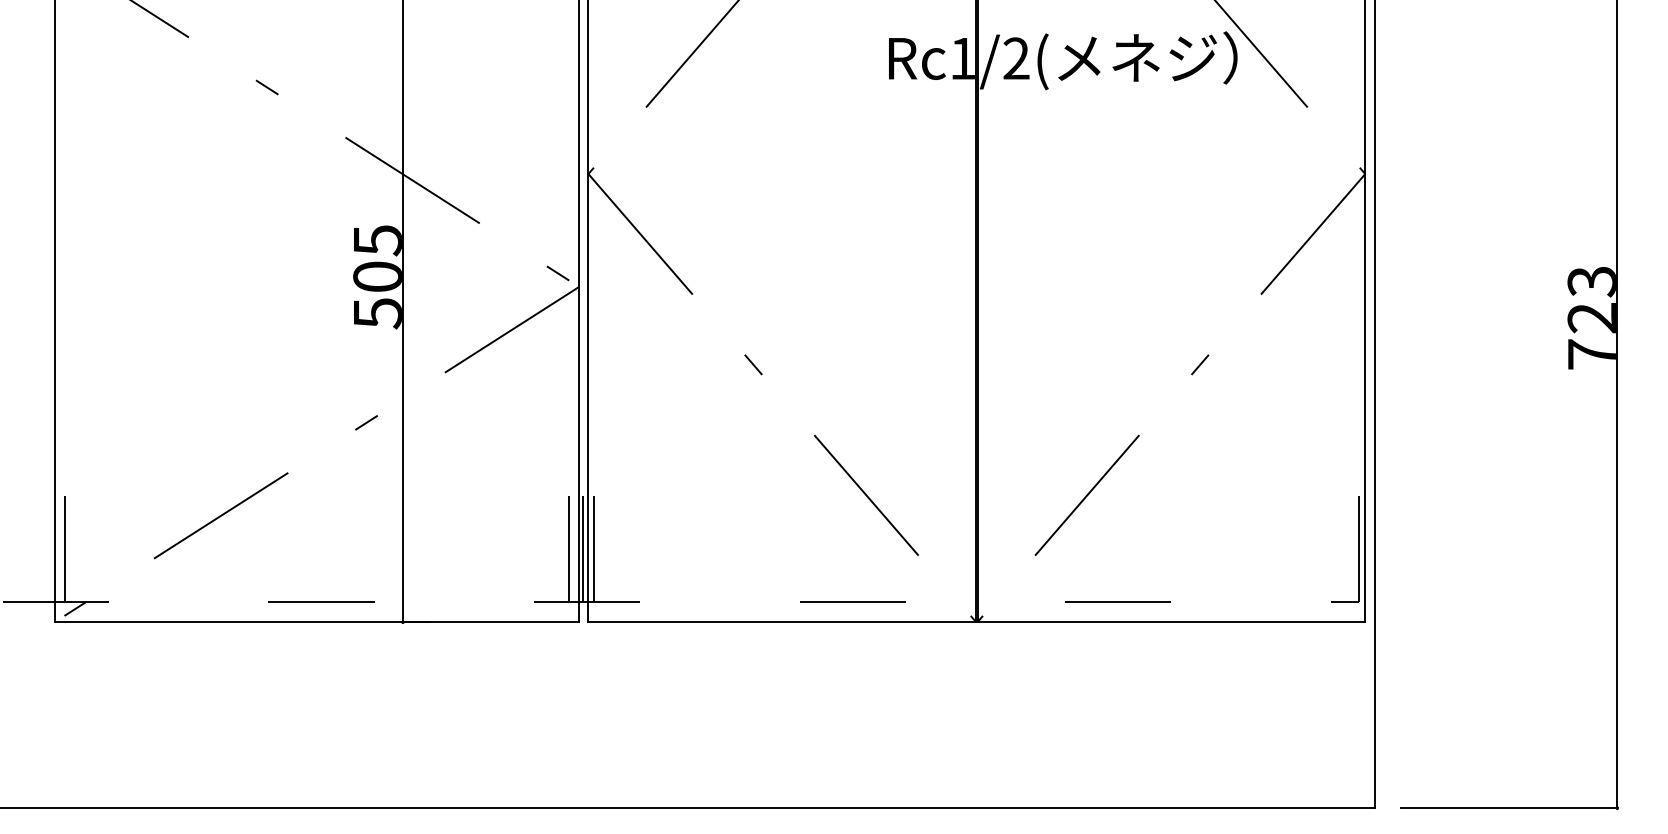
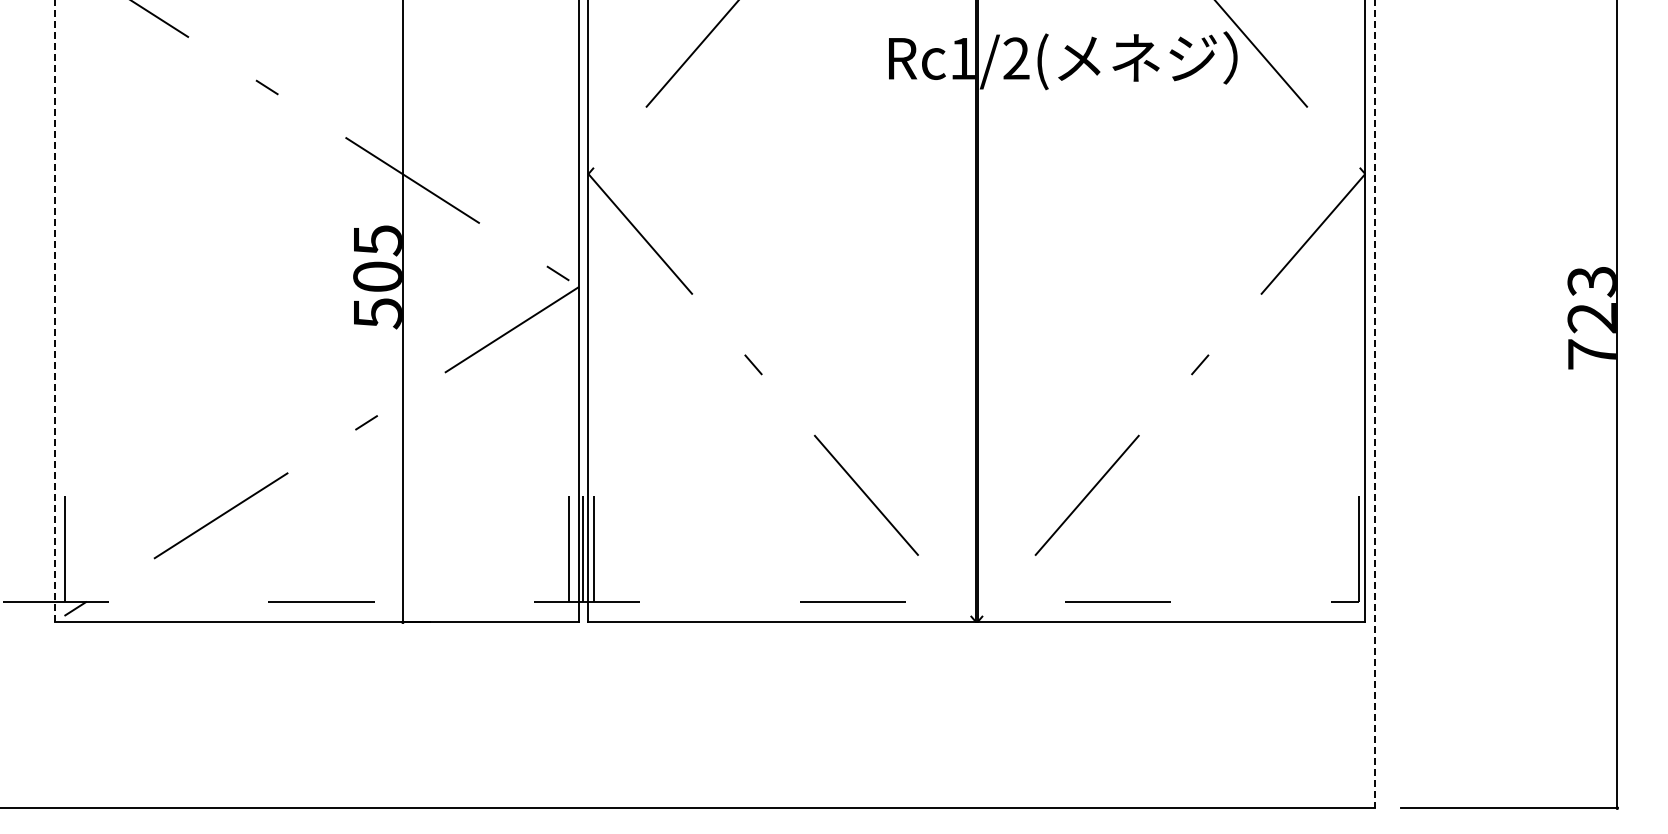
line at (54, 311): solid -> dashed
line at (1374, 404): solid -> dashed
